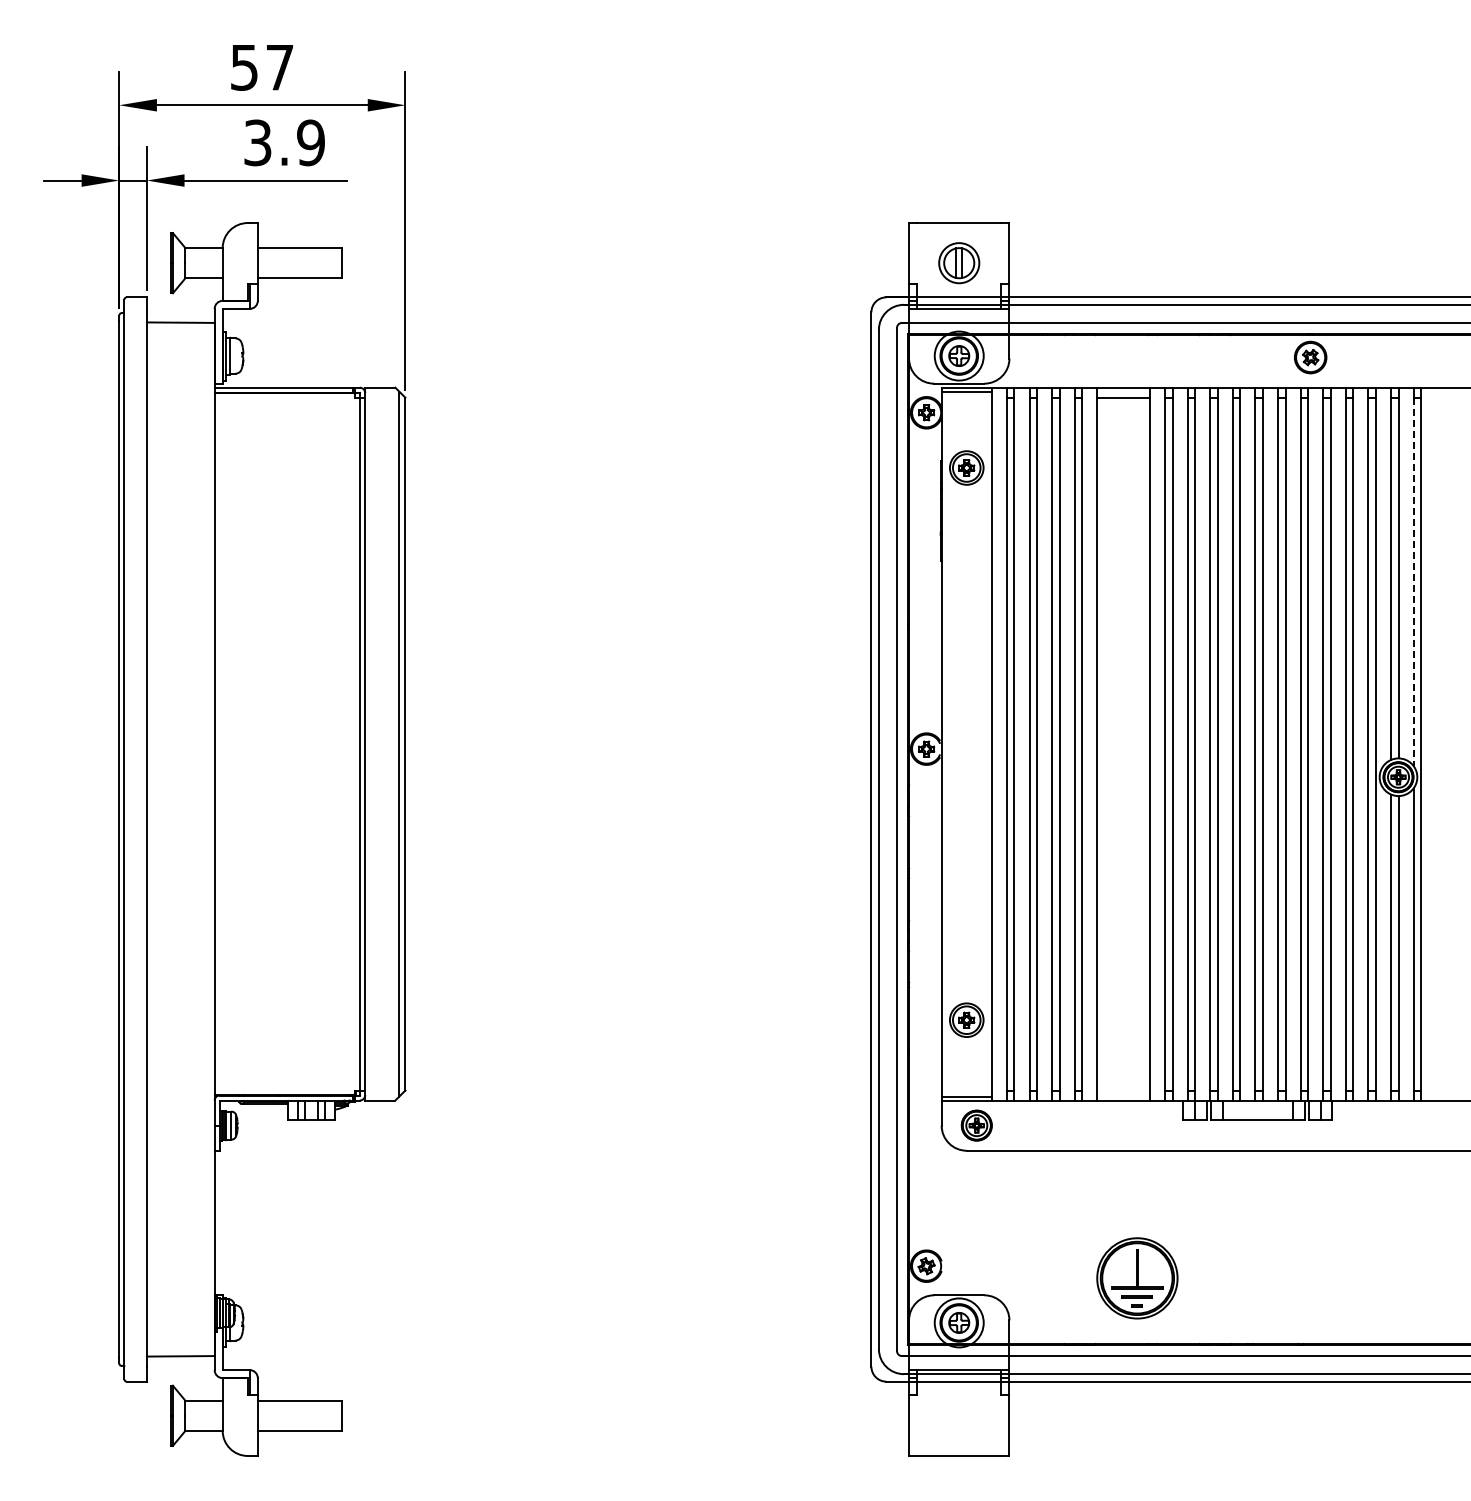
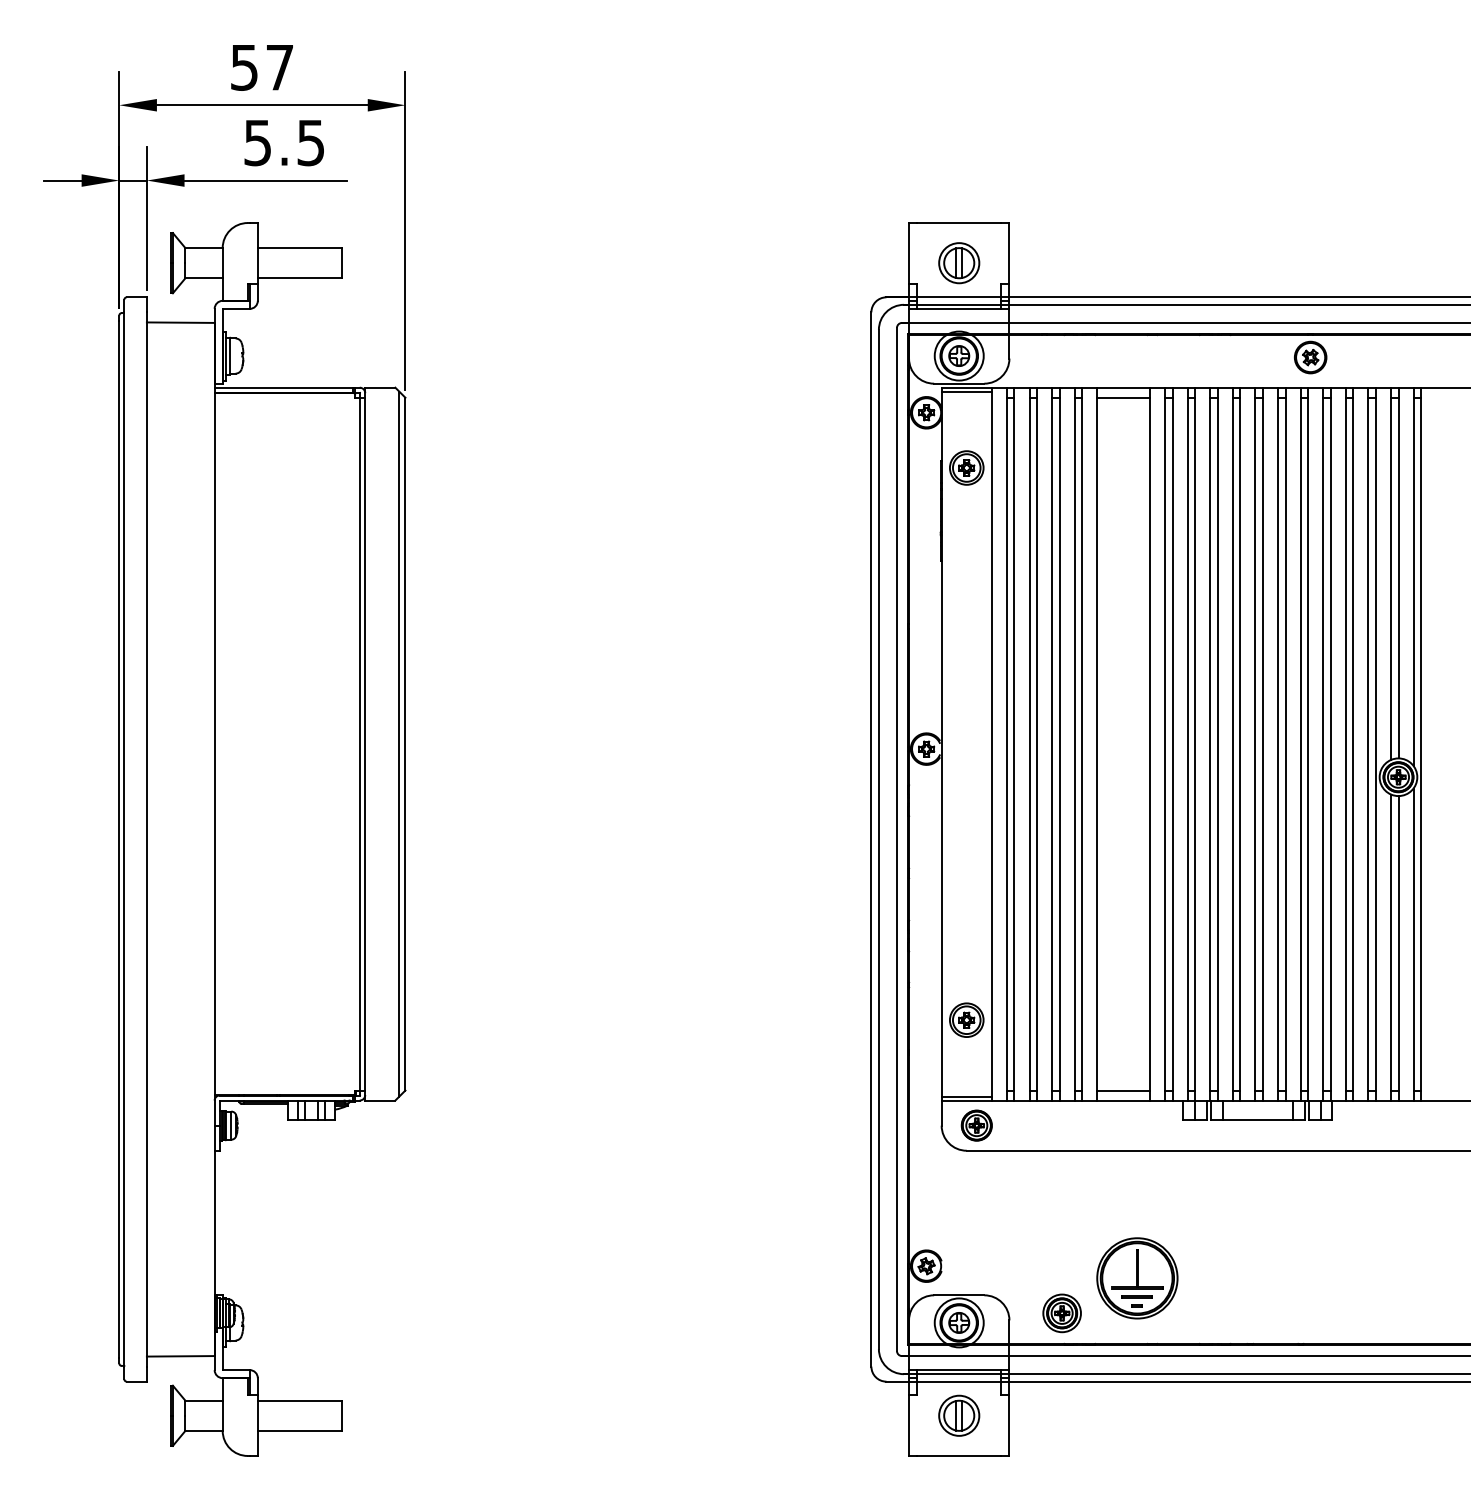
text at (284, 142): 3.9 -> 5.5
line at (1413, 582): dashed -> solid
line at (1123, 1090): none -> present
part at (1061, 1313): none -> present
part at (959, 1415): none -> present
